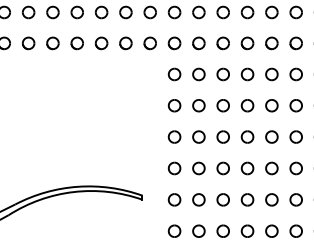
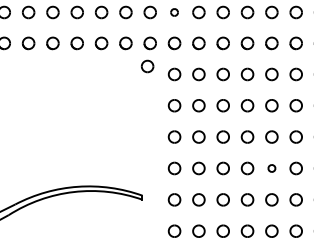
part at (174, 12) size: 15x15 px -> 9x9 px
part at (147, 66): none -> present
part at (271, 168) size: 14x15 px -> 10x9 px
